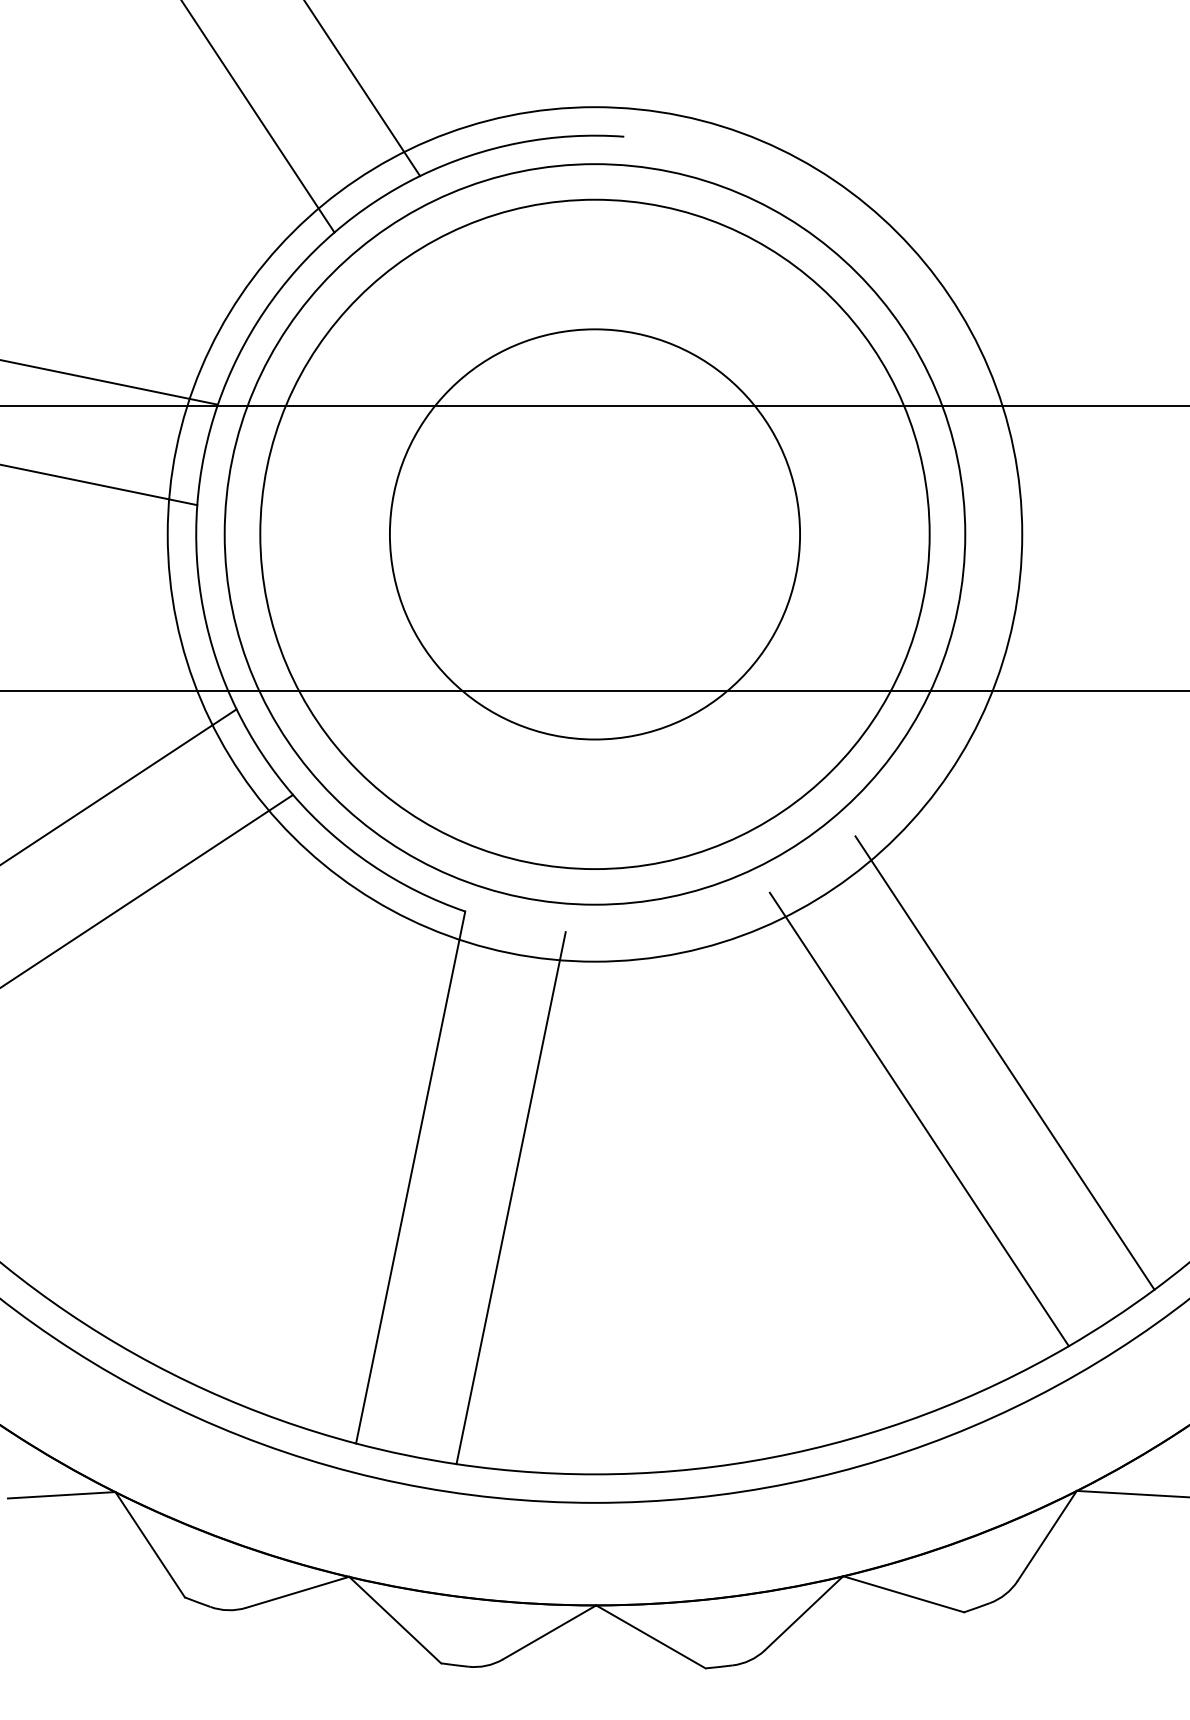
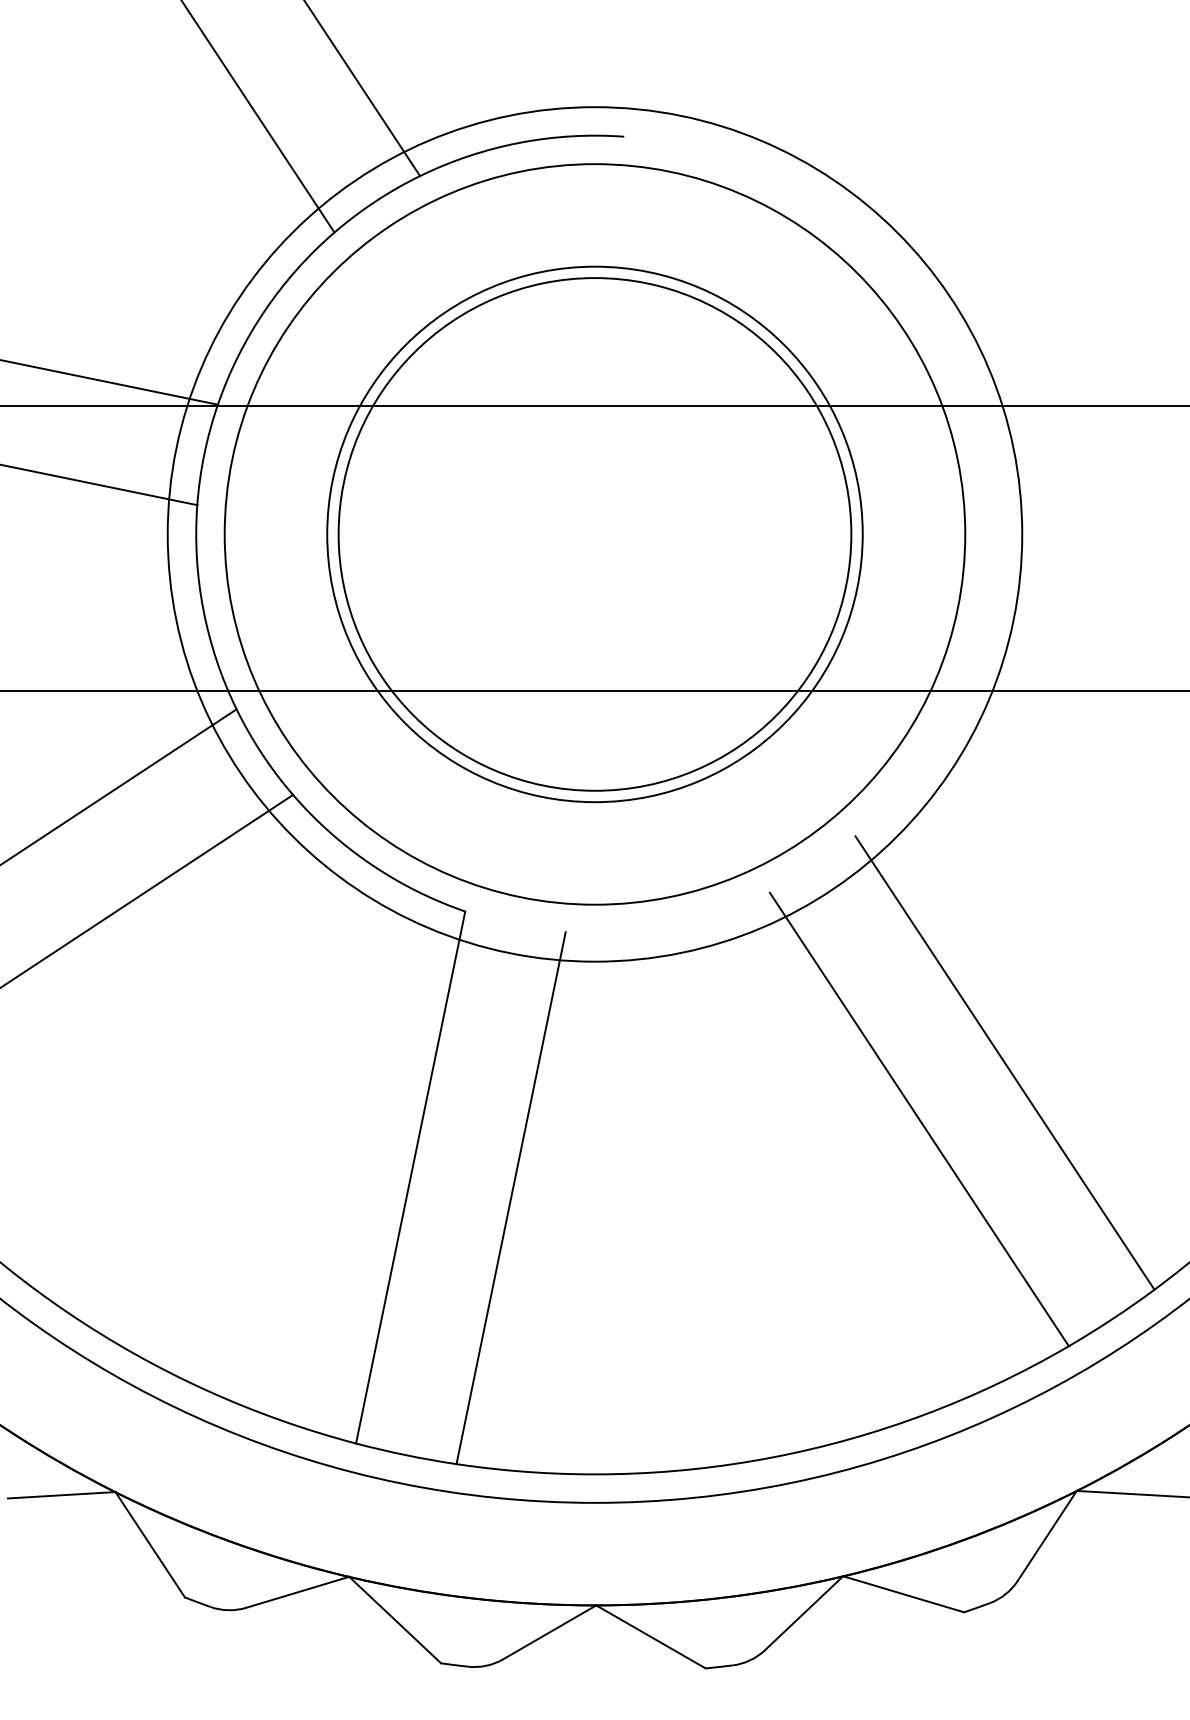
circle at (594, 534) diameter: 410 px -> 513 px
circle at (594, 534) diameter: 669 px -> 535 px
